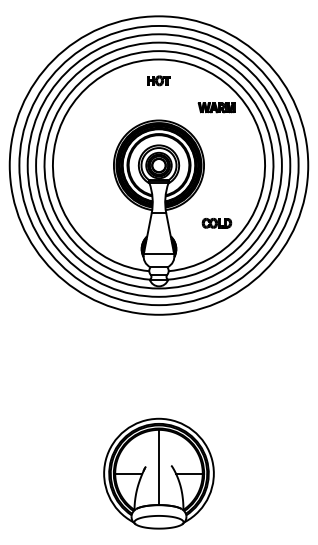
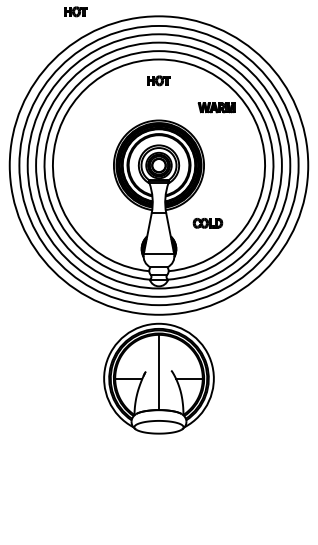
part at (75, 11): none -> present
part at (216, 223) position: (216, 223) -> (207, 223)
part at (158, 473) position: (158, 473) -> (158, 378)
